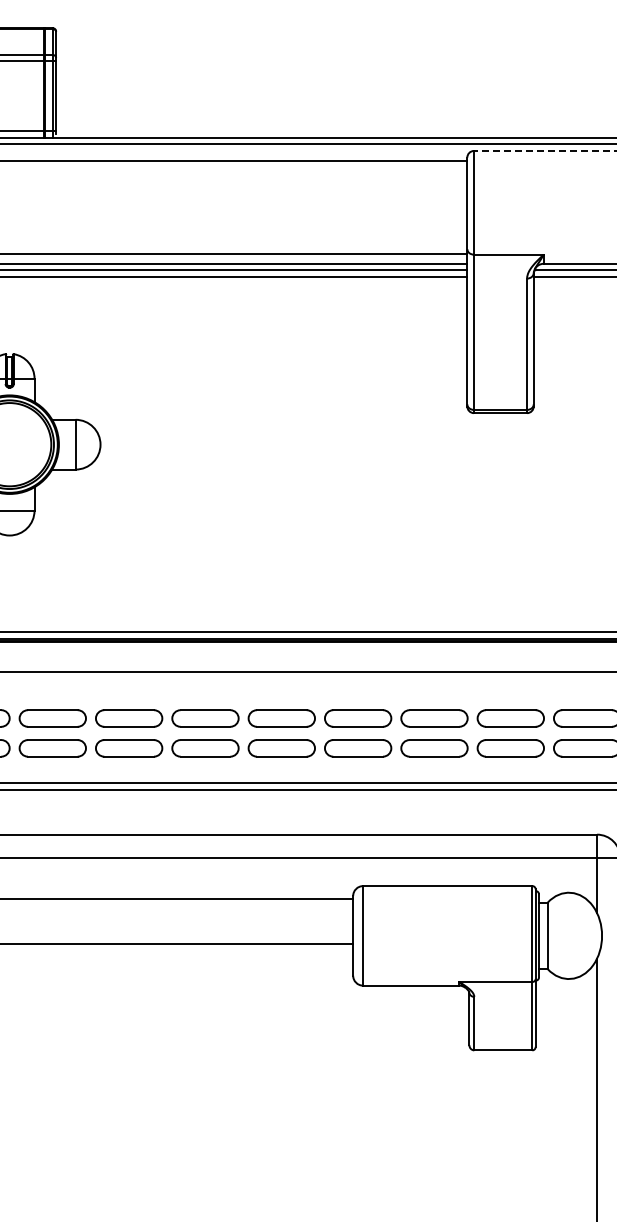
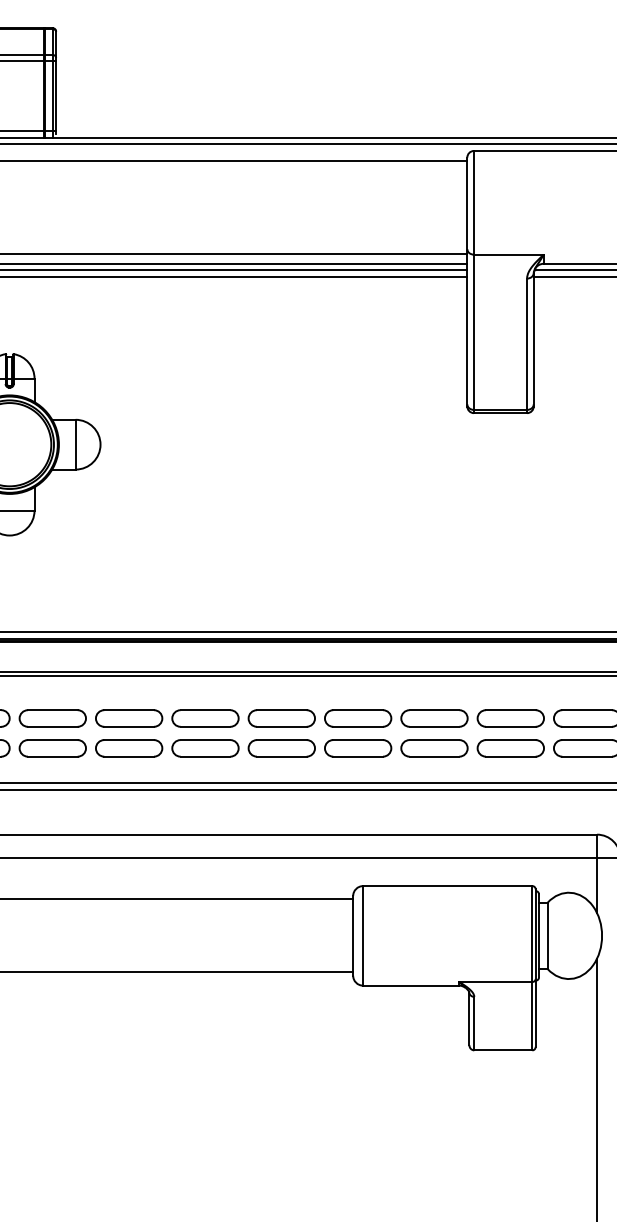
line at (544, 150): dashed -> solid
line at (307, 676): none -> present
line at (177, 944) position: (177, 944) -> (177, 972)
